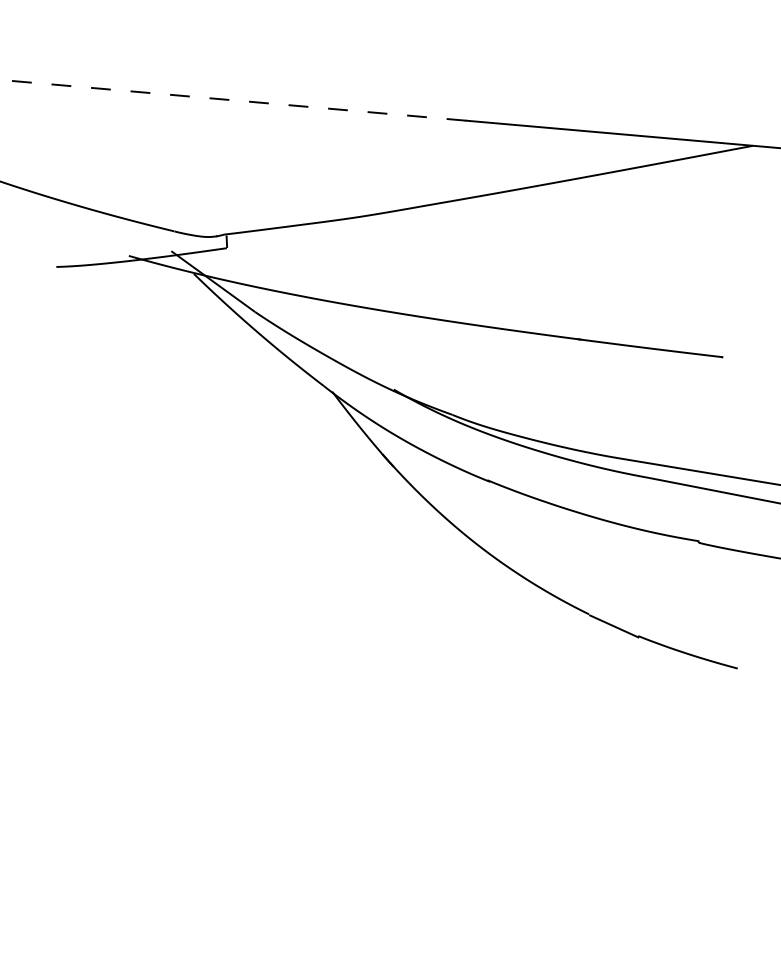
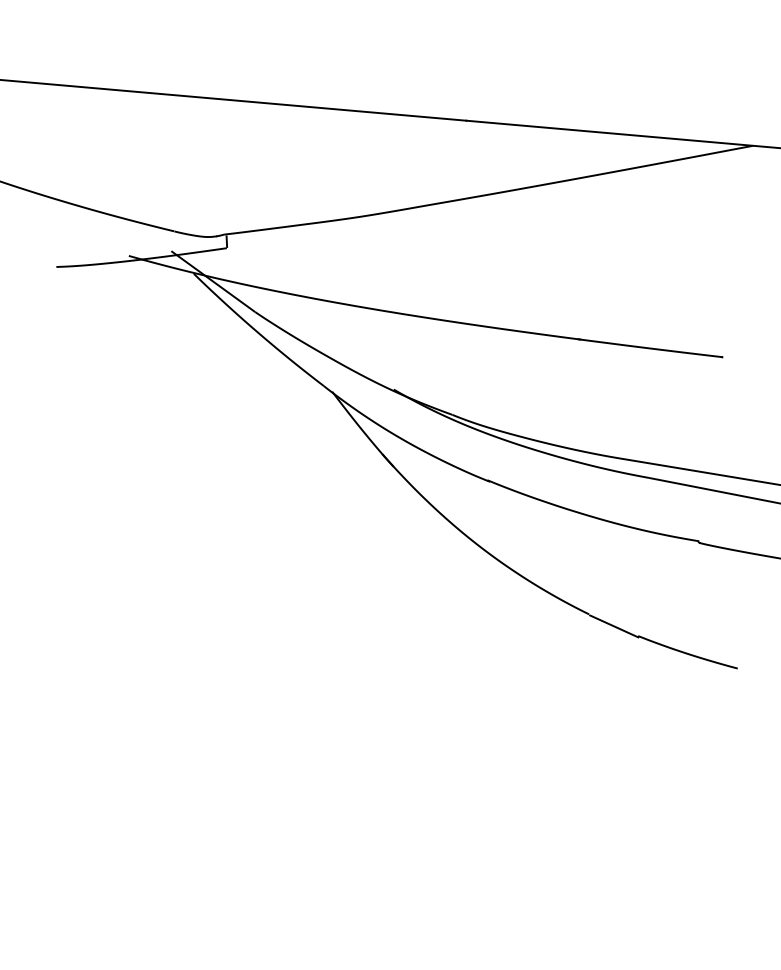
line at (233, 100): dashed -> solid
